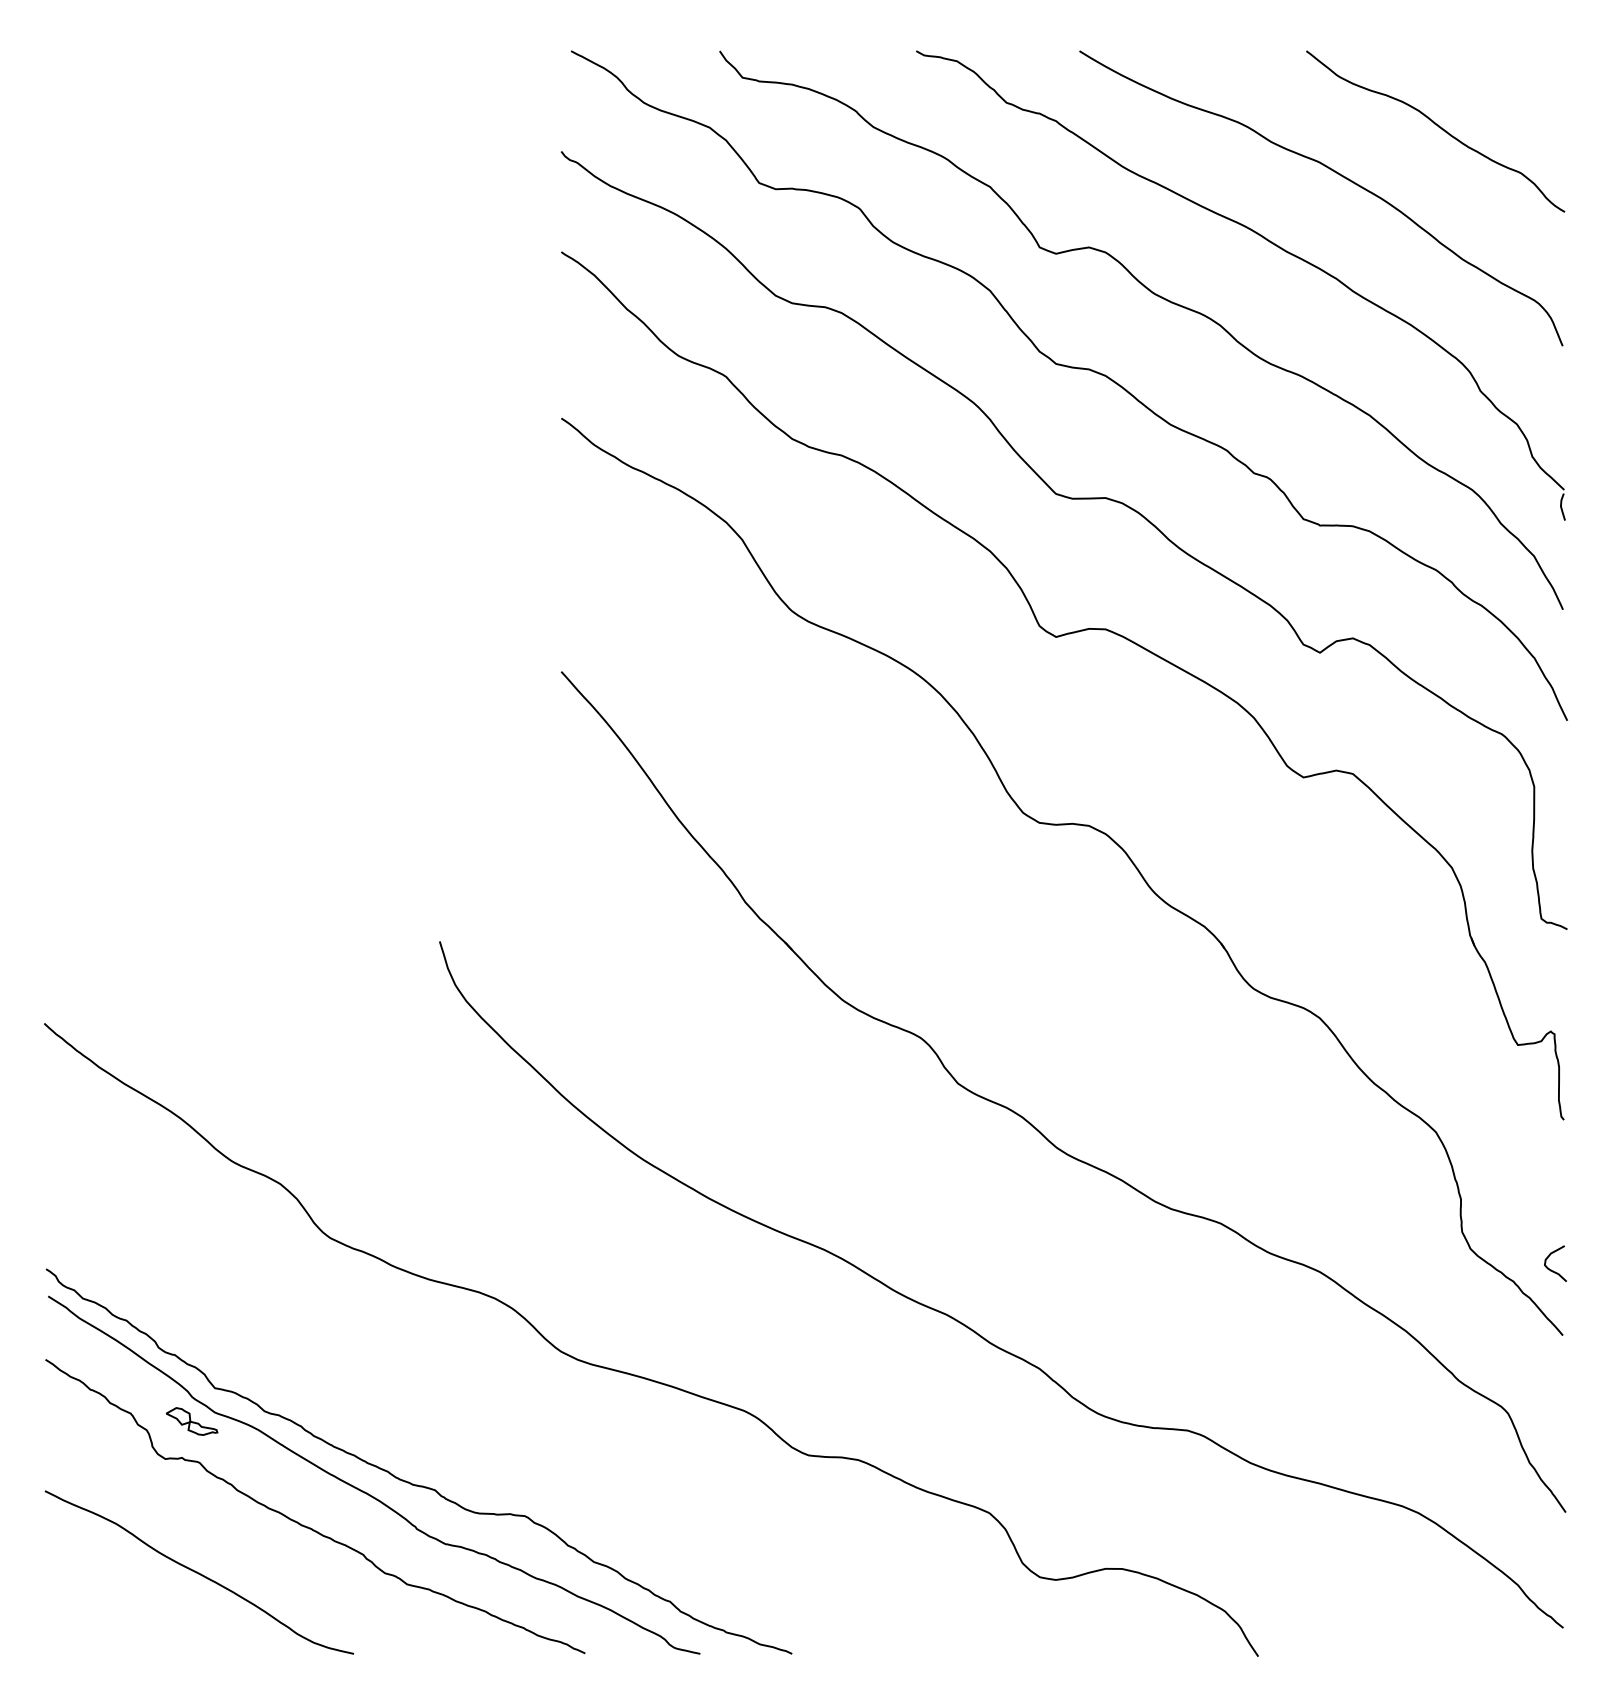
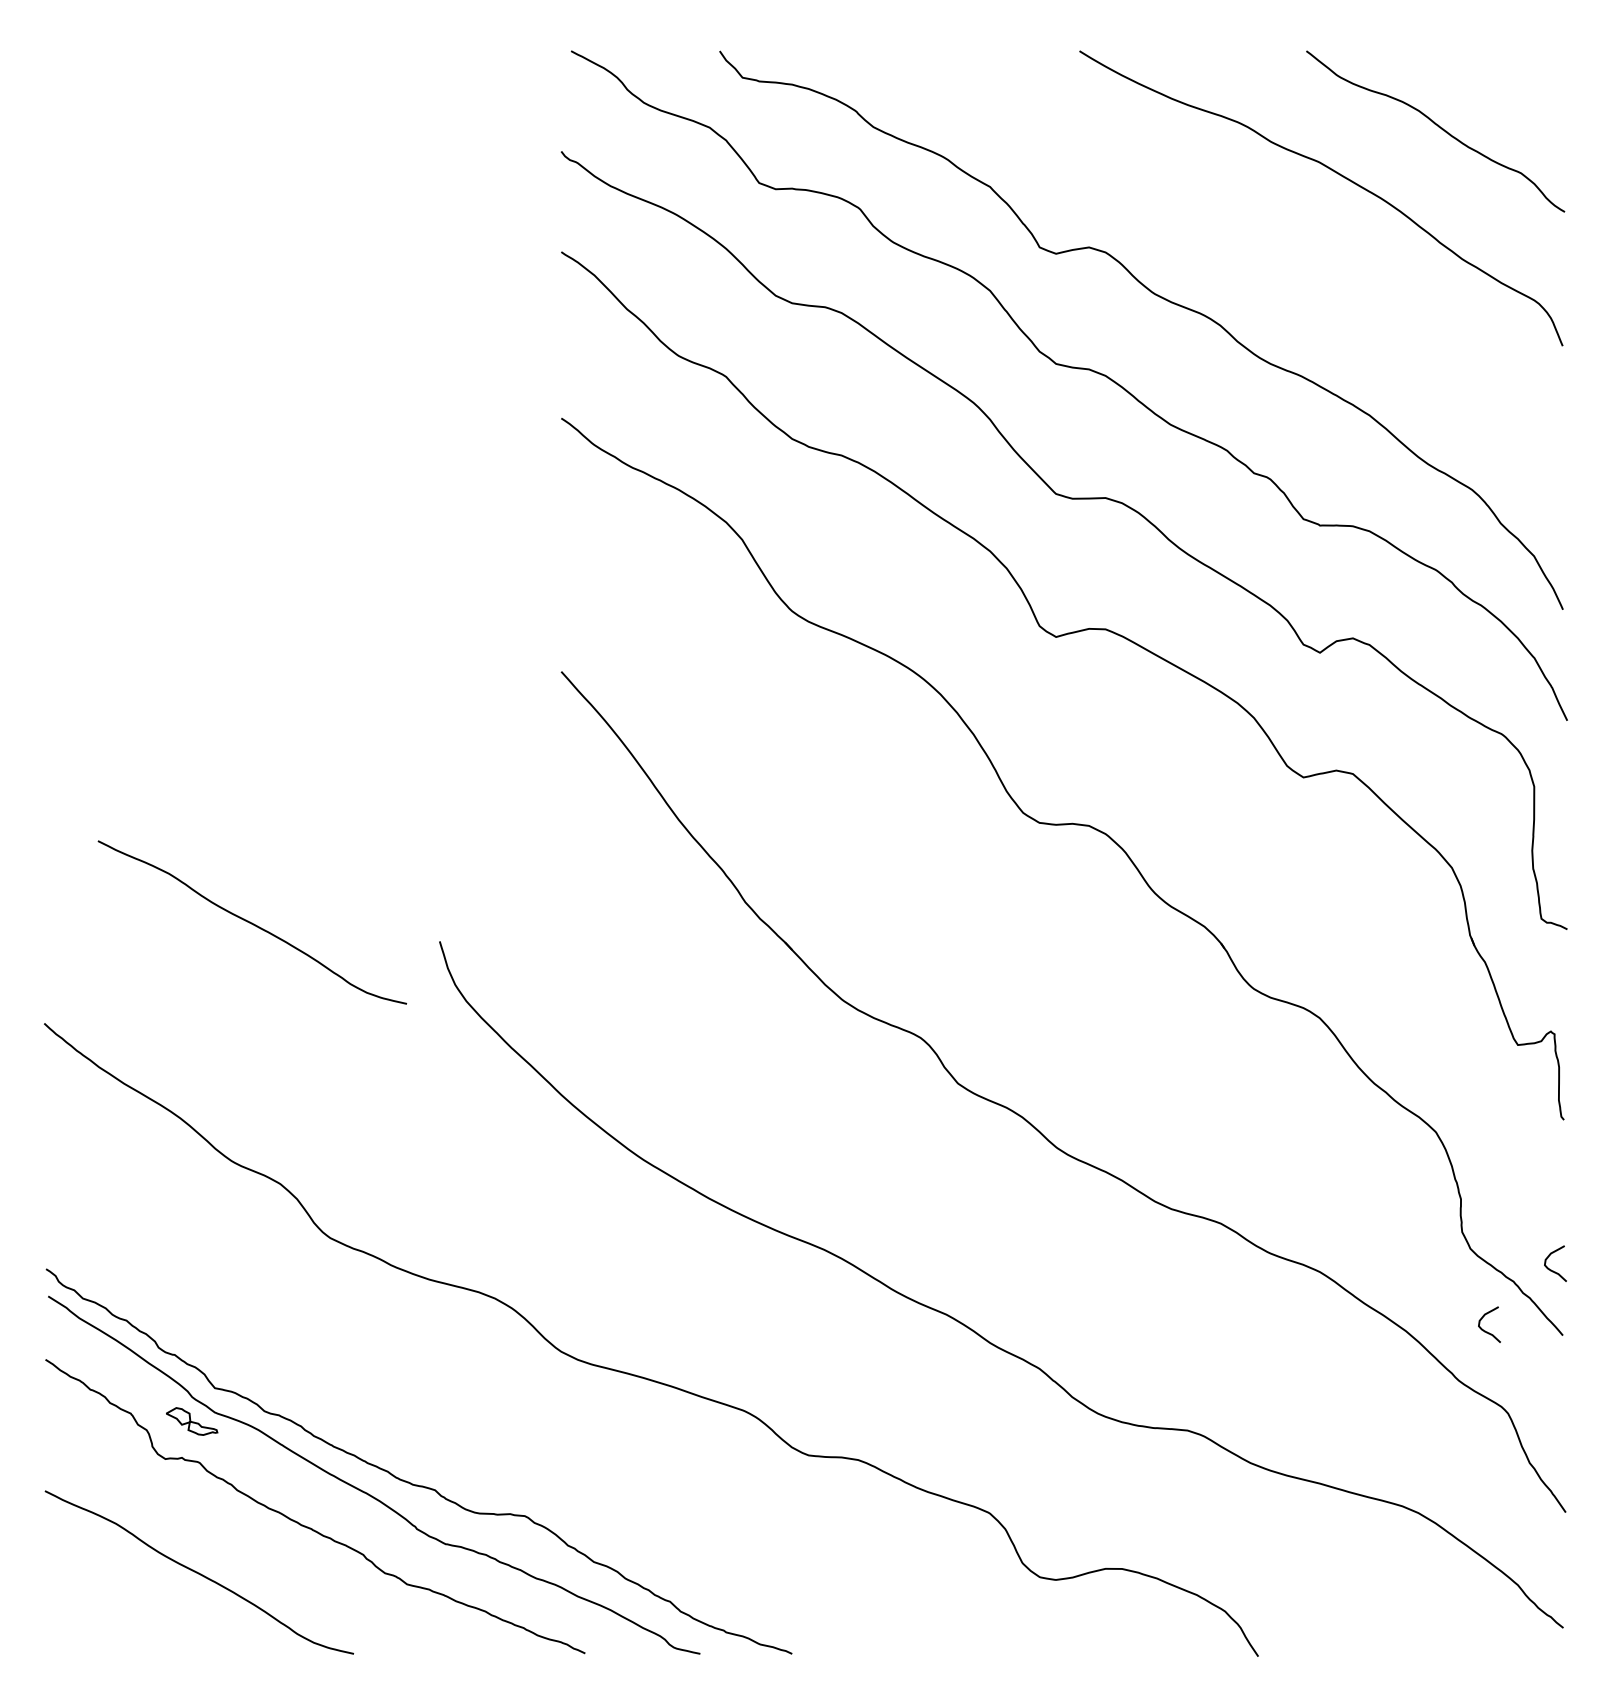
part at (1267, 241): present -> none
curve at (251, 922): none -> present
curve at (1485, 1330): none -> present
